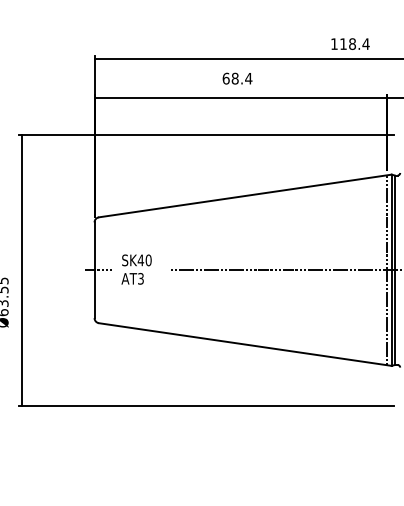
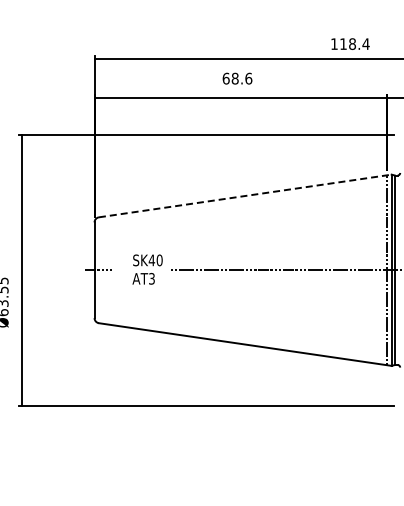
text at (248, 78): 68.4 -> 68.6
line at (245, 196): solid -> dashed
text at (136, 269) position: (136, 269) -> (147, 269)
